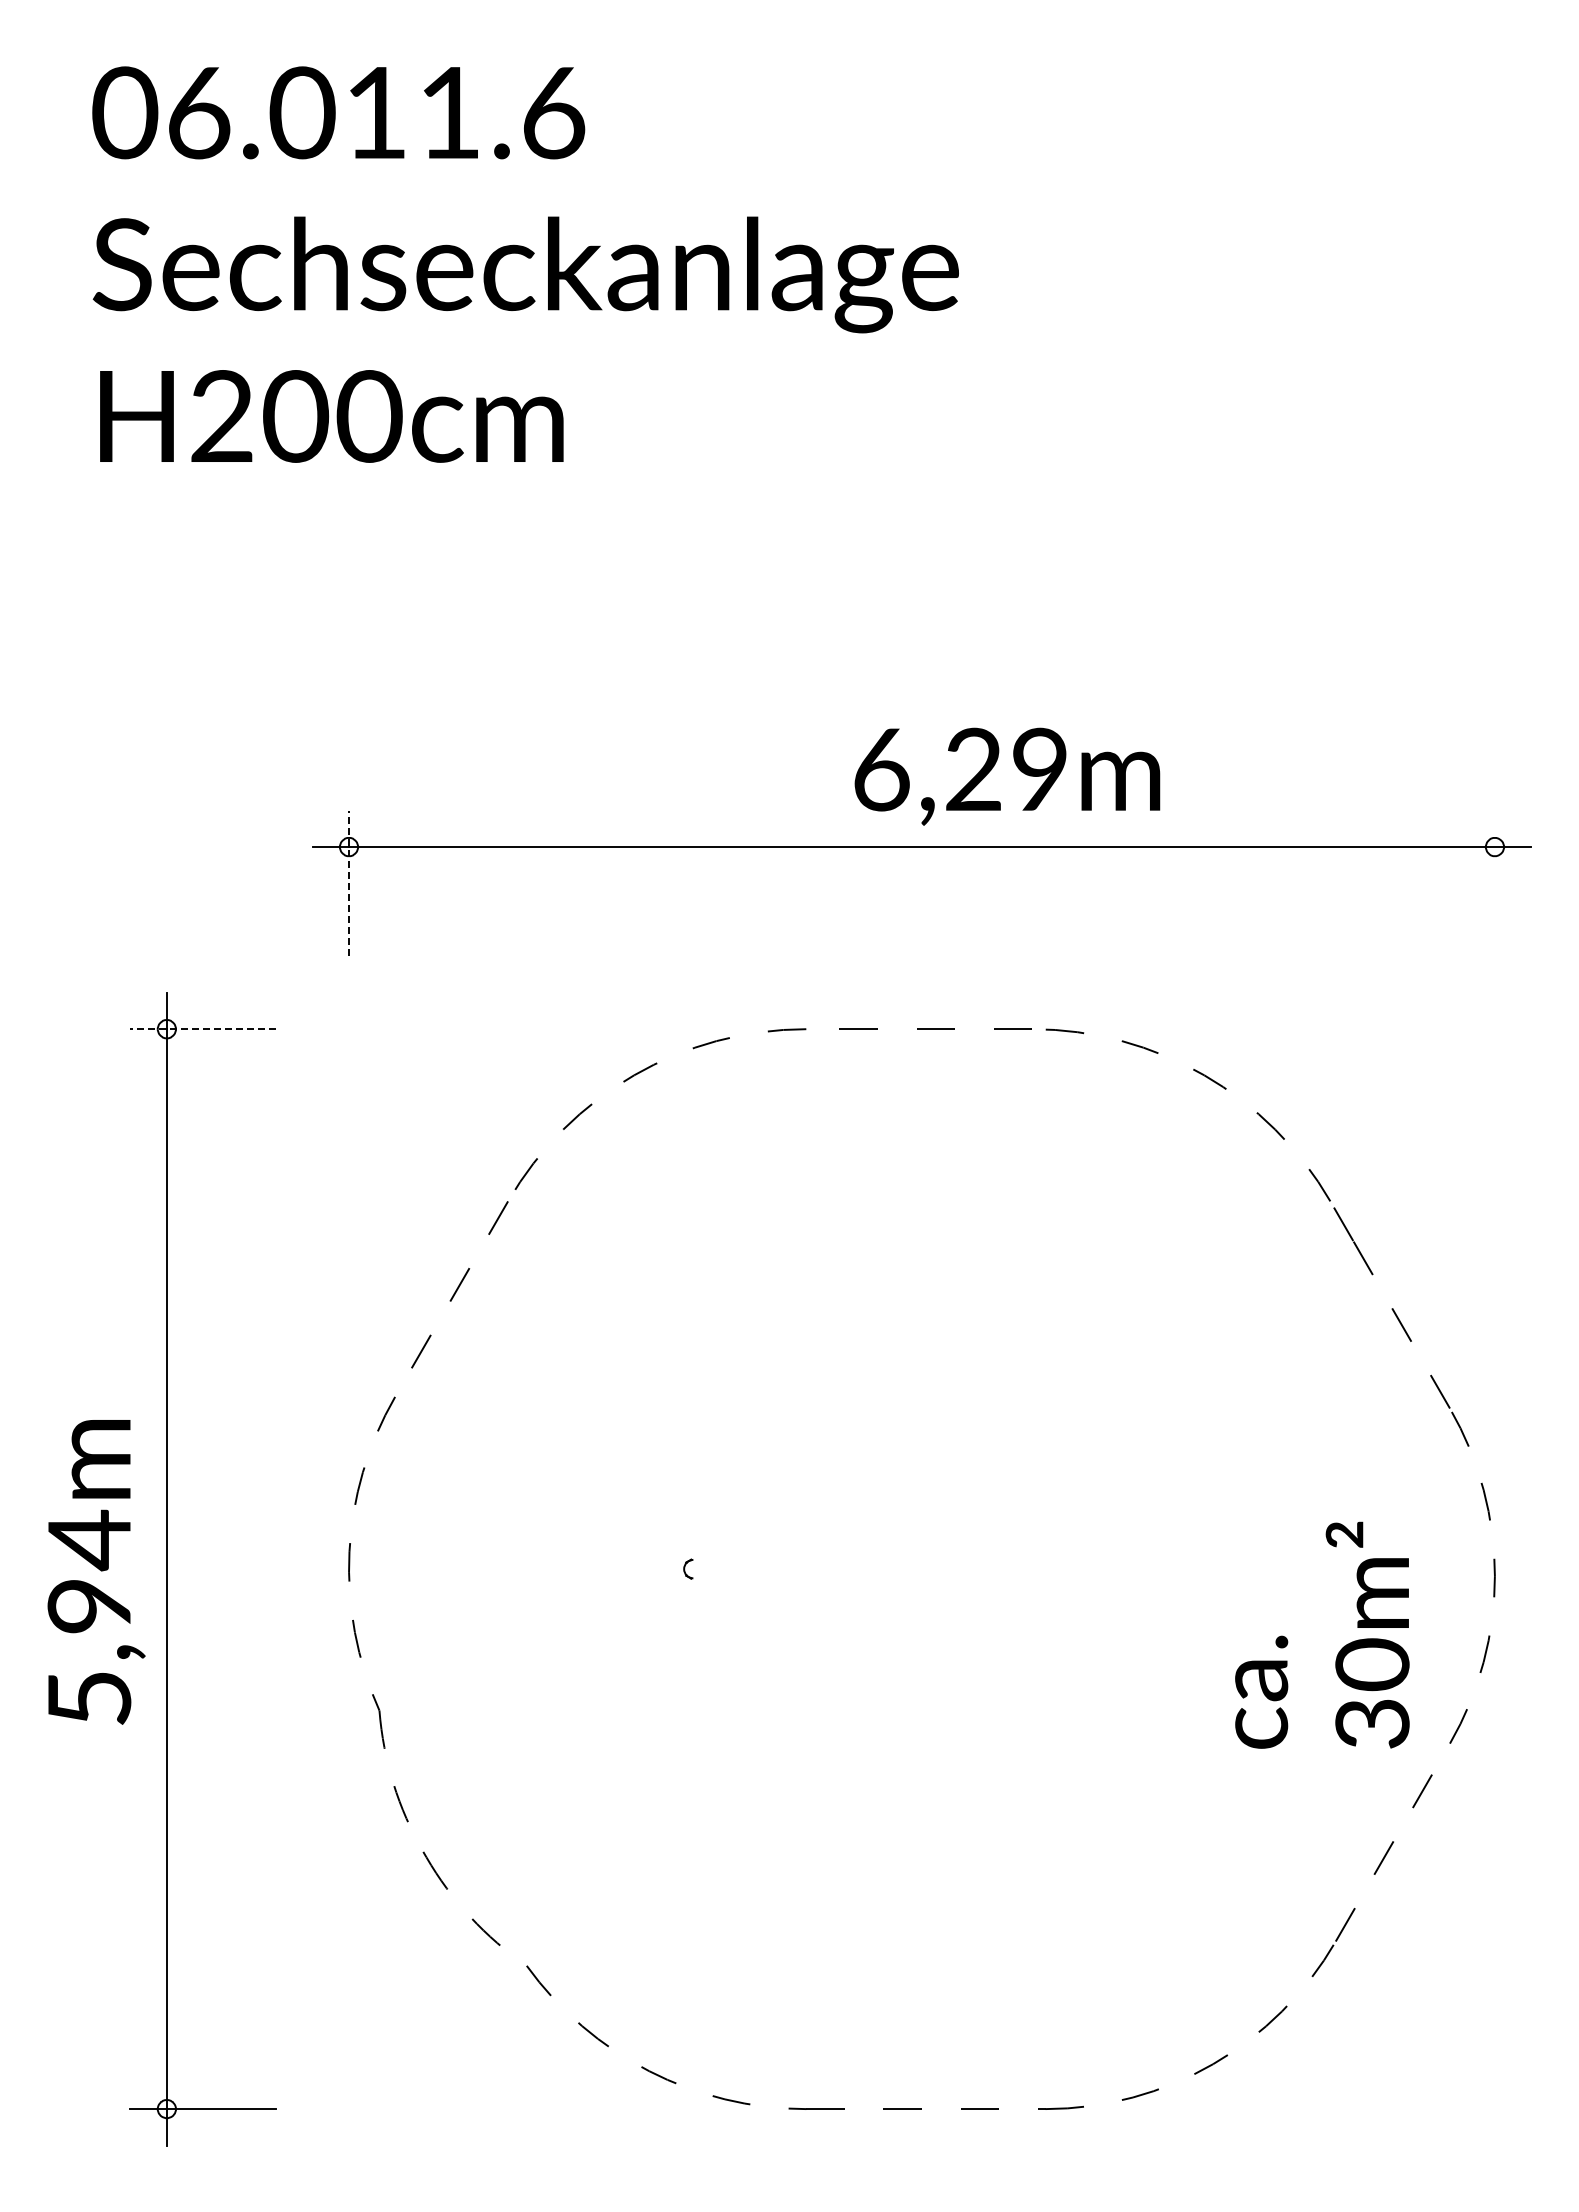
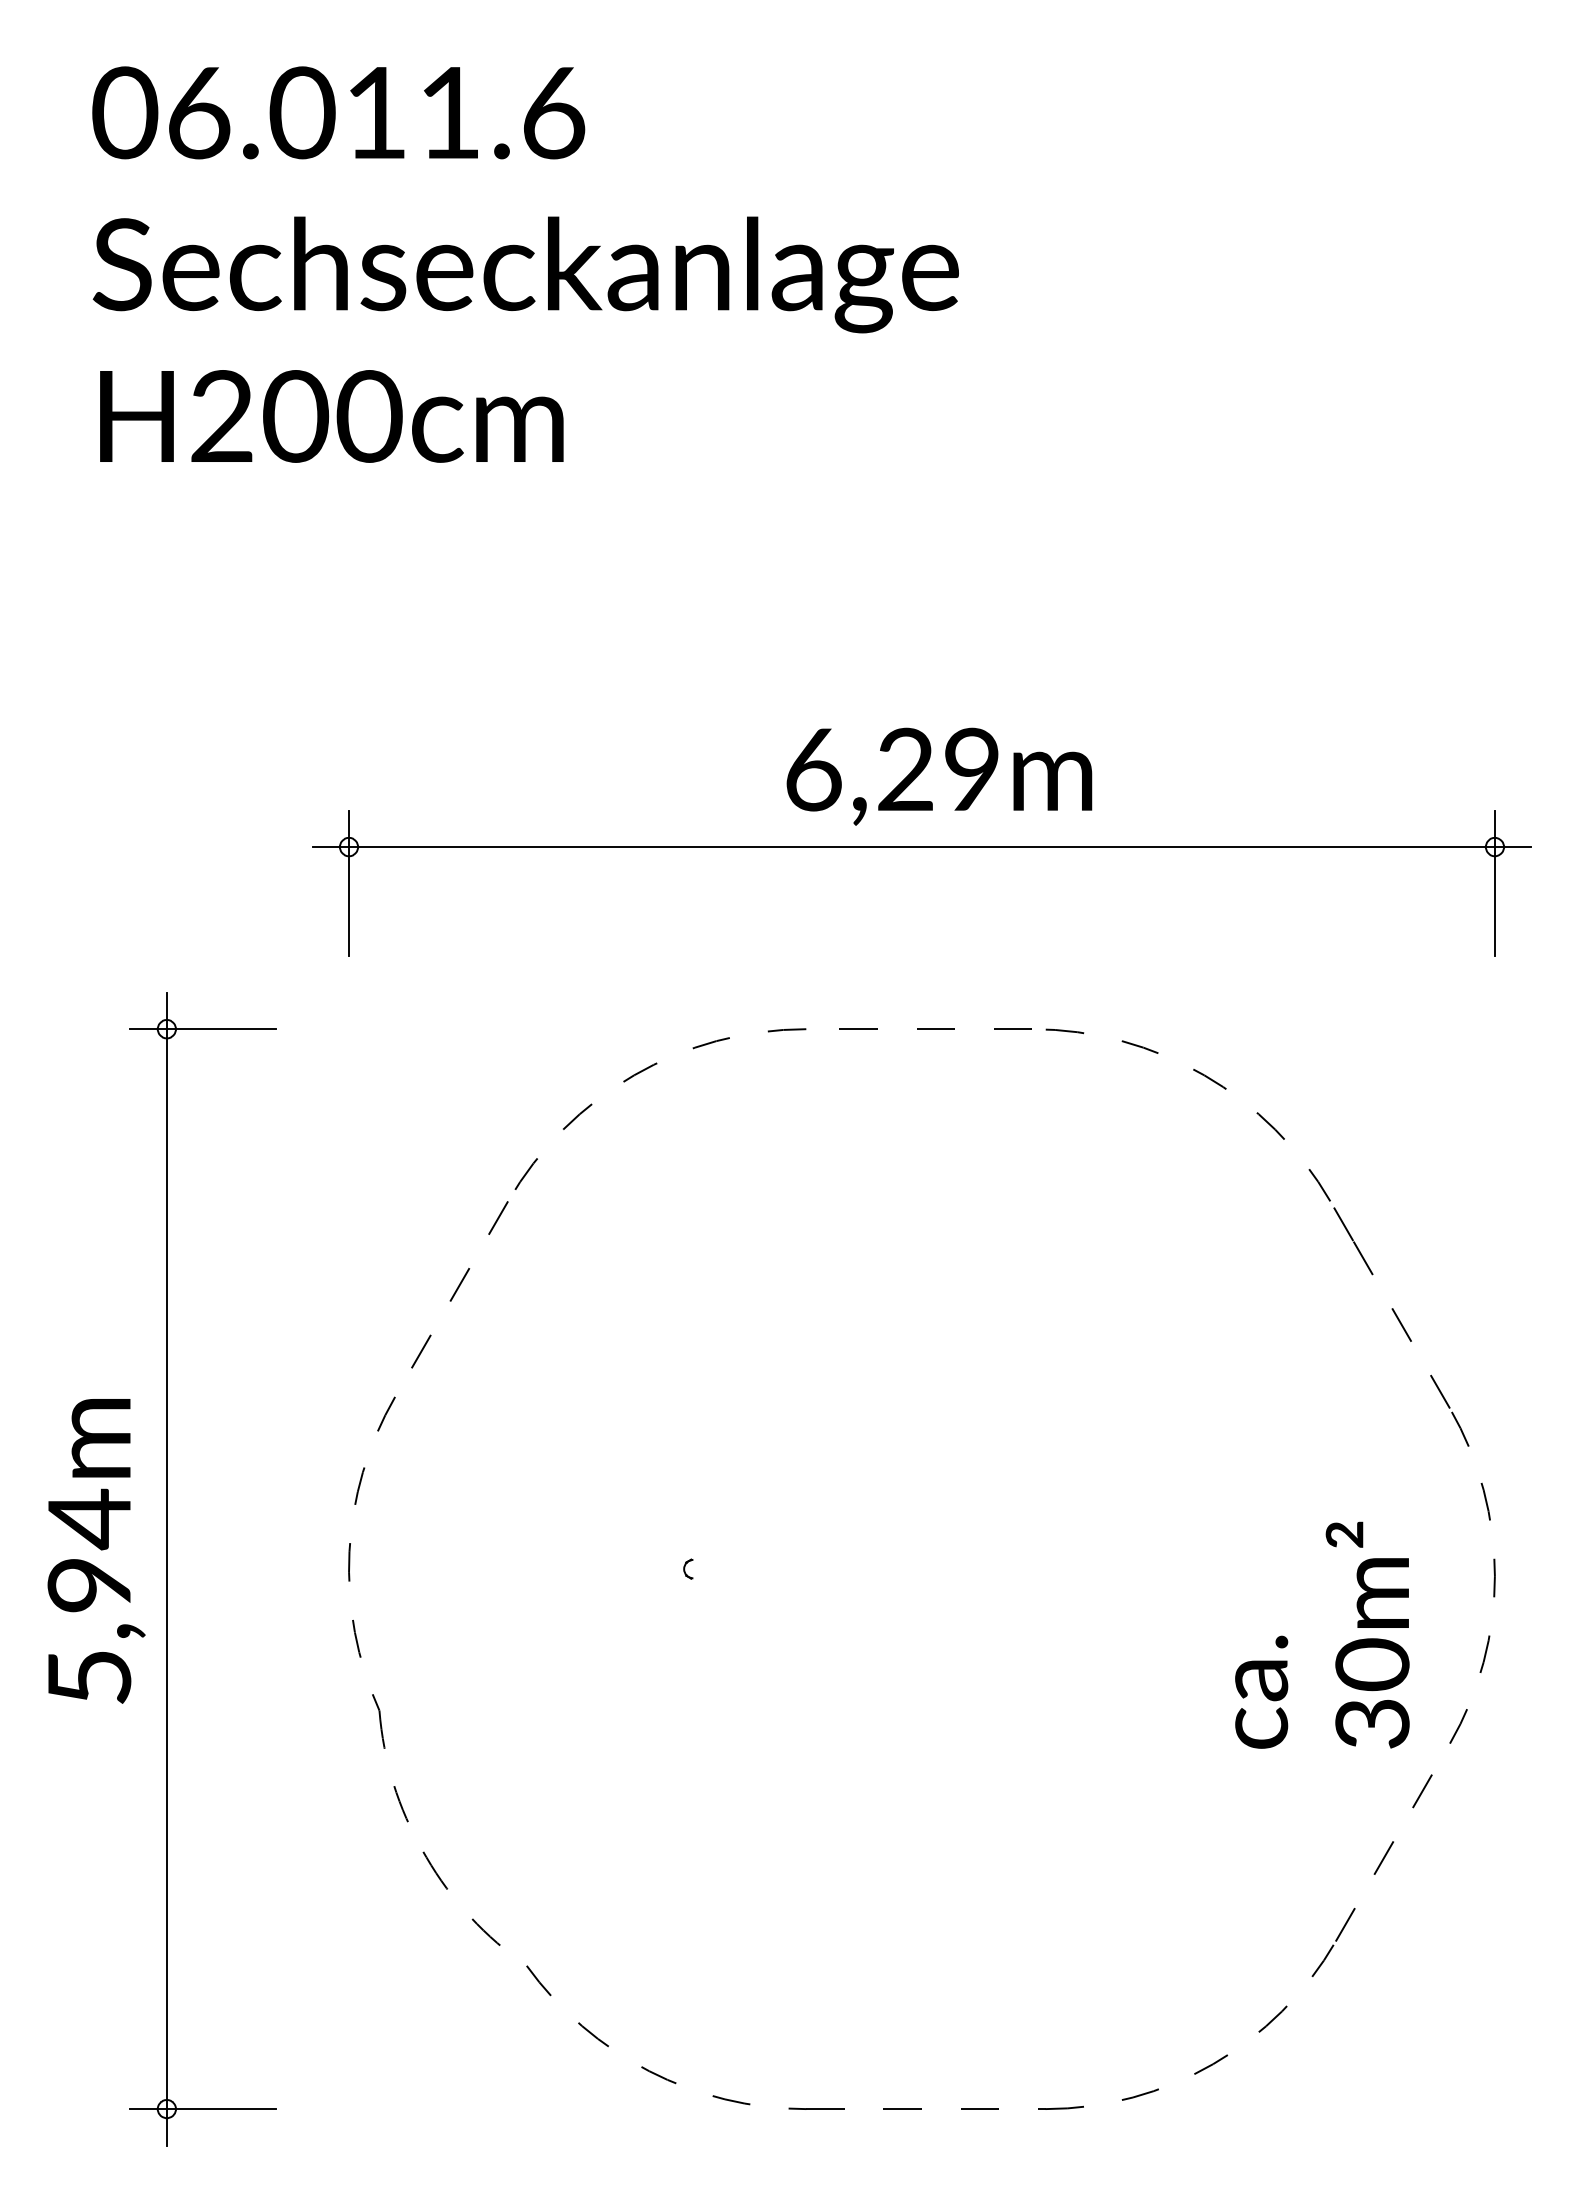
text at (1007, 776) position: (1007, 776) -> (939, 776)
line at (349, 883): dashed -> solid
line at (1494, 883): none -> present
line at (203, 1029): dashed -> solid
text at (96, 1572) position: (96, 1572) -> (96, 1551)
